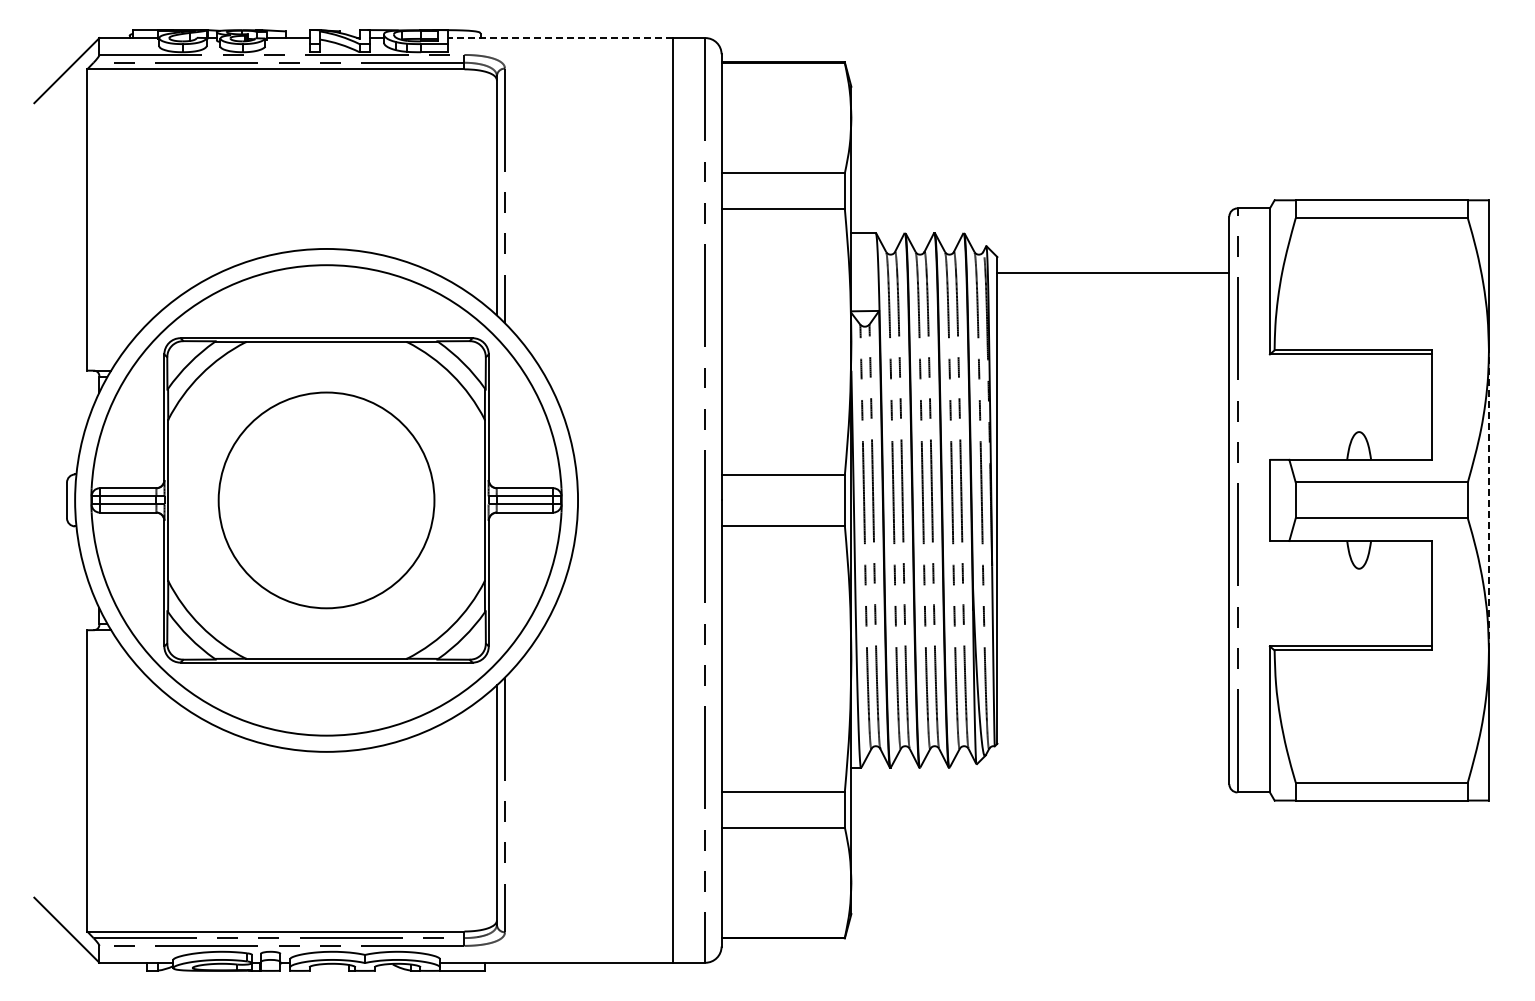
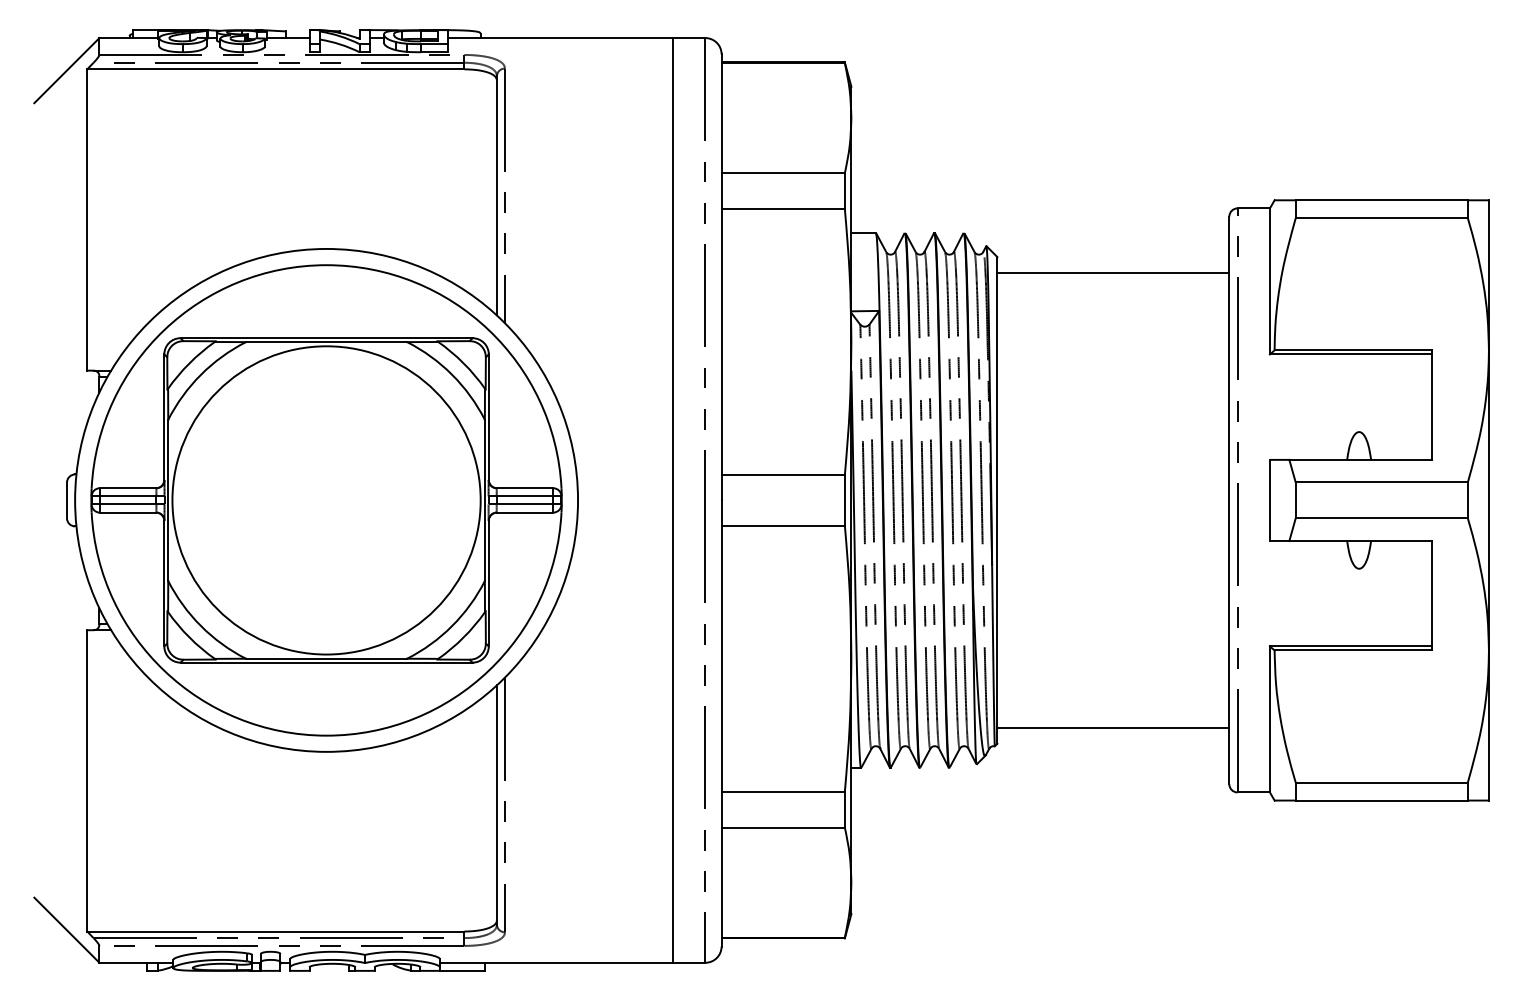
line at (560, 38): dashed -> solid
line at (1488, 499): dashed -> solid
circle at (326, 500) diameter: 216 px -> 308 px
line at (1113, 727): none -> present
